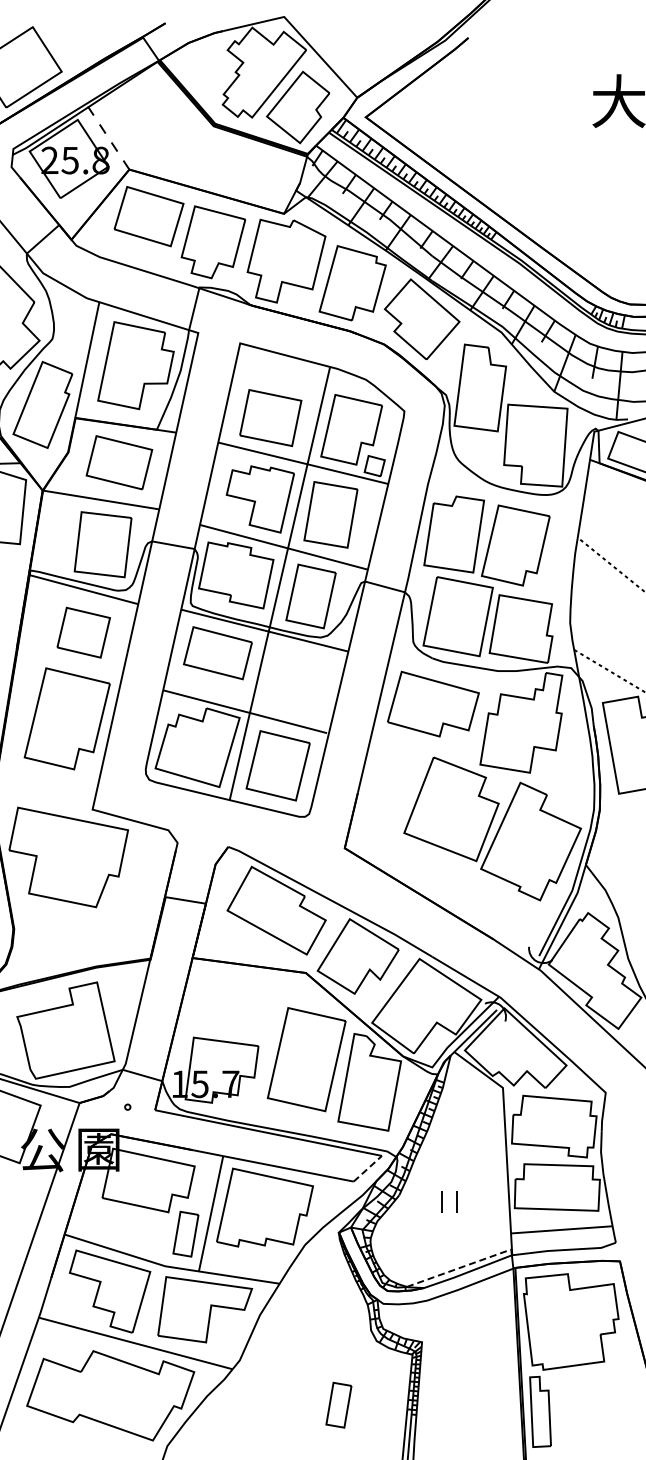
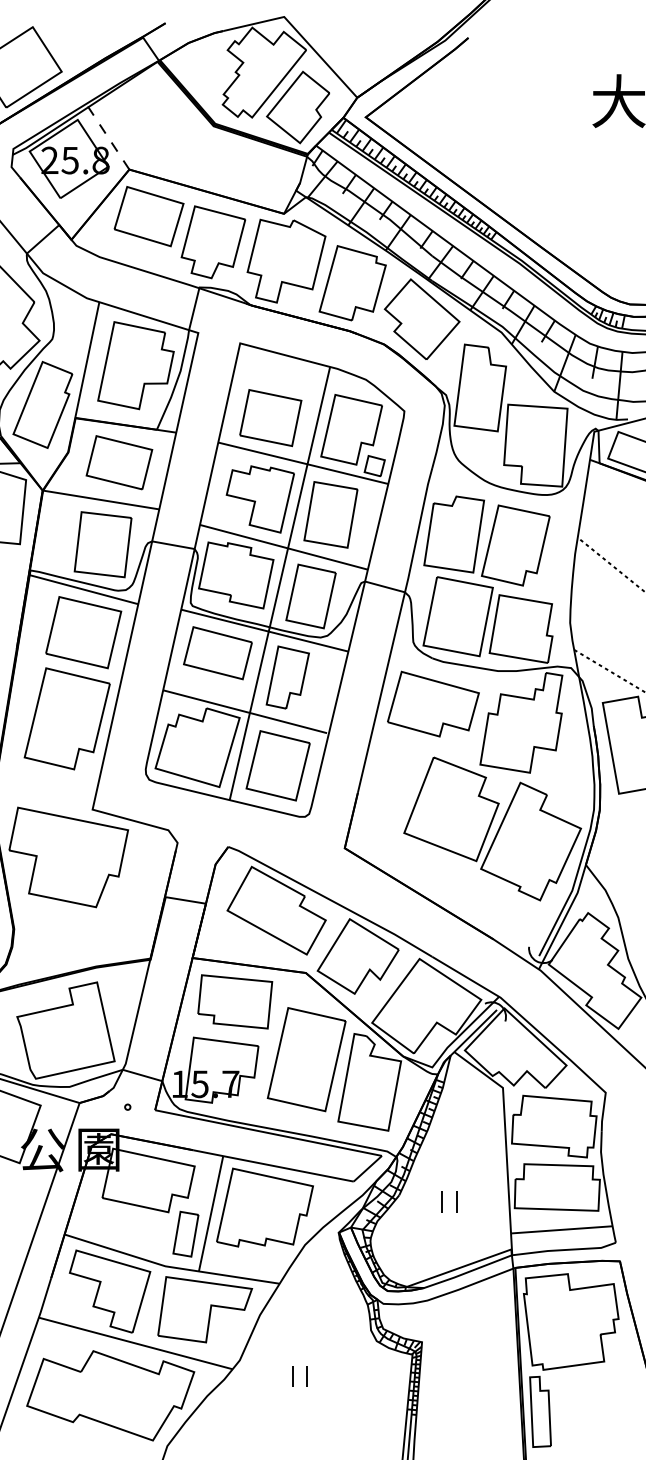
part at (83, 632) size: 55x53 px -> 78x74 px
part at (287, 677): none -> present
part at (235, 1001): none -> present
line at (368, 1168): dashed -> solid
line at (459, 1268): dashed -> solid
part at (299, 1376): none -> present
part at (338, 1404): present -> none
